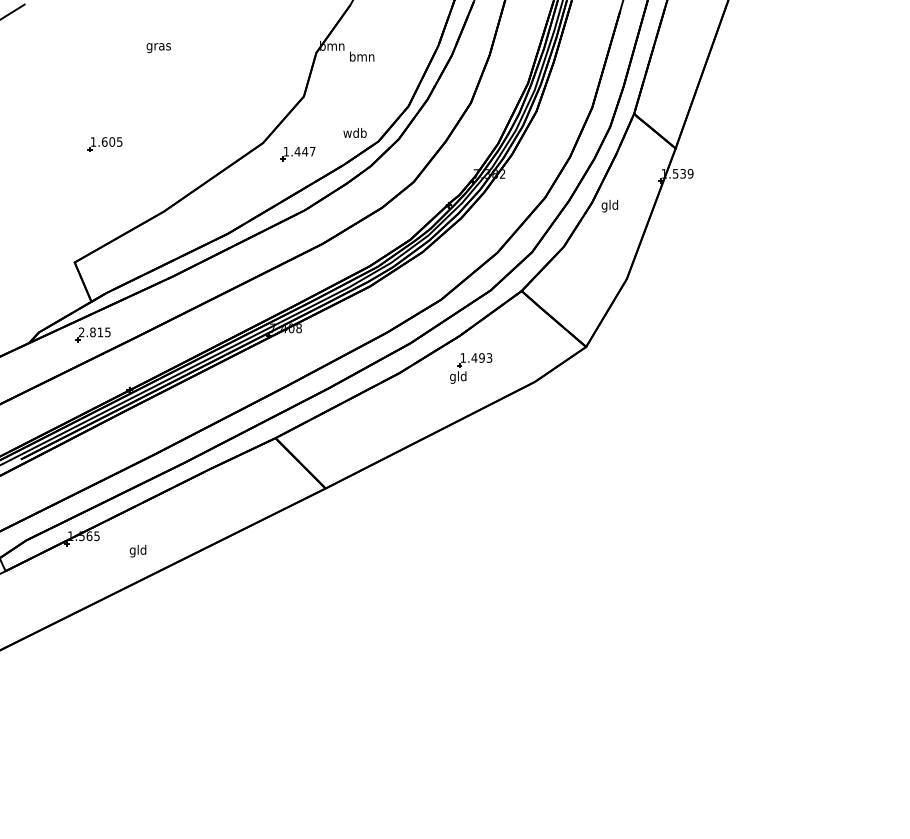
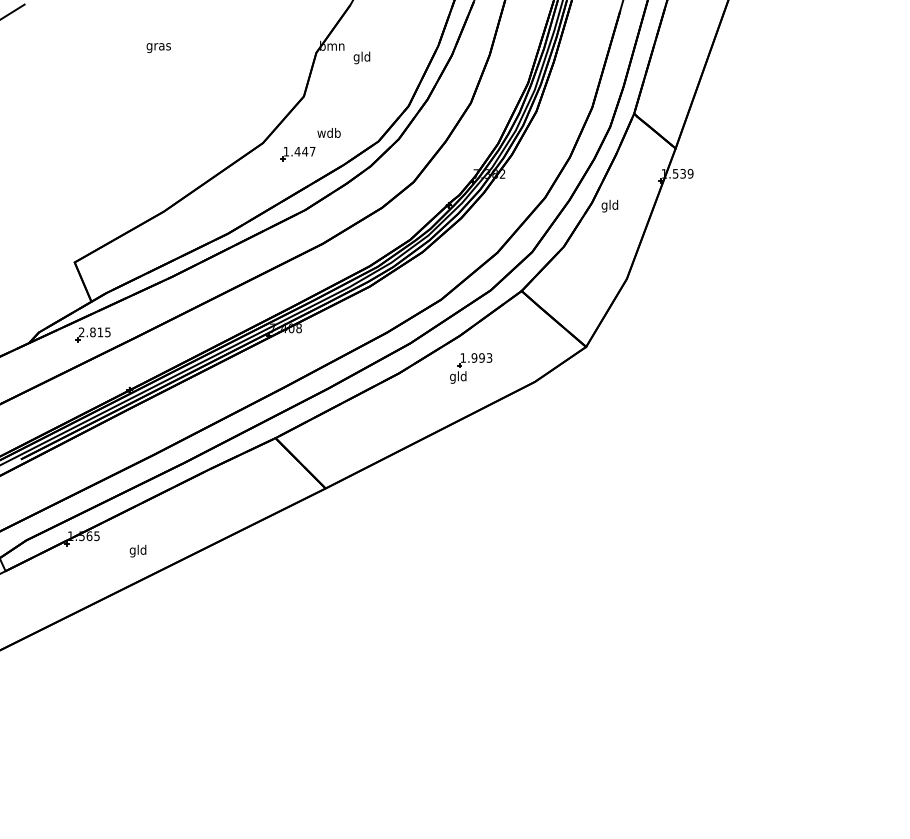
text at (362, 57): bmn -> gld
text at (354, 132) position: (354, 132) -> (328, 132)
part at (104, 144): present -> none
text at (474, 357): 1.493 -> 1.993
